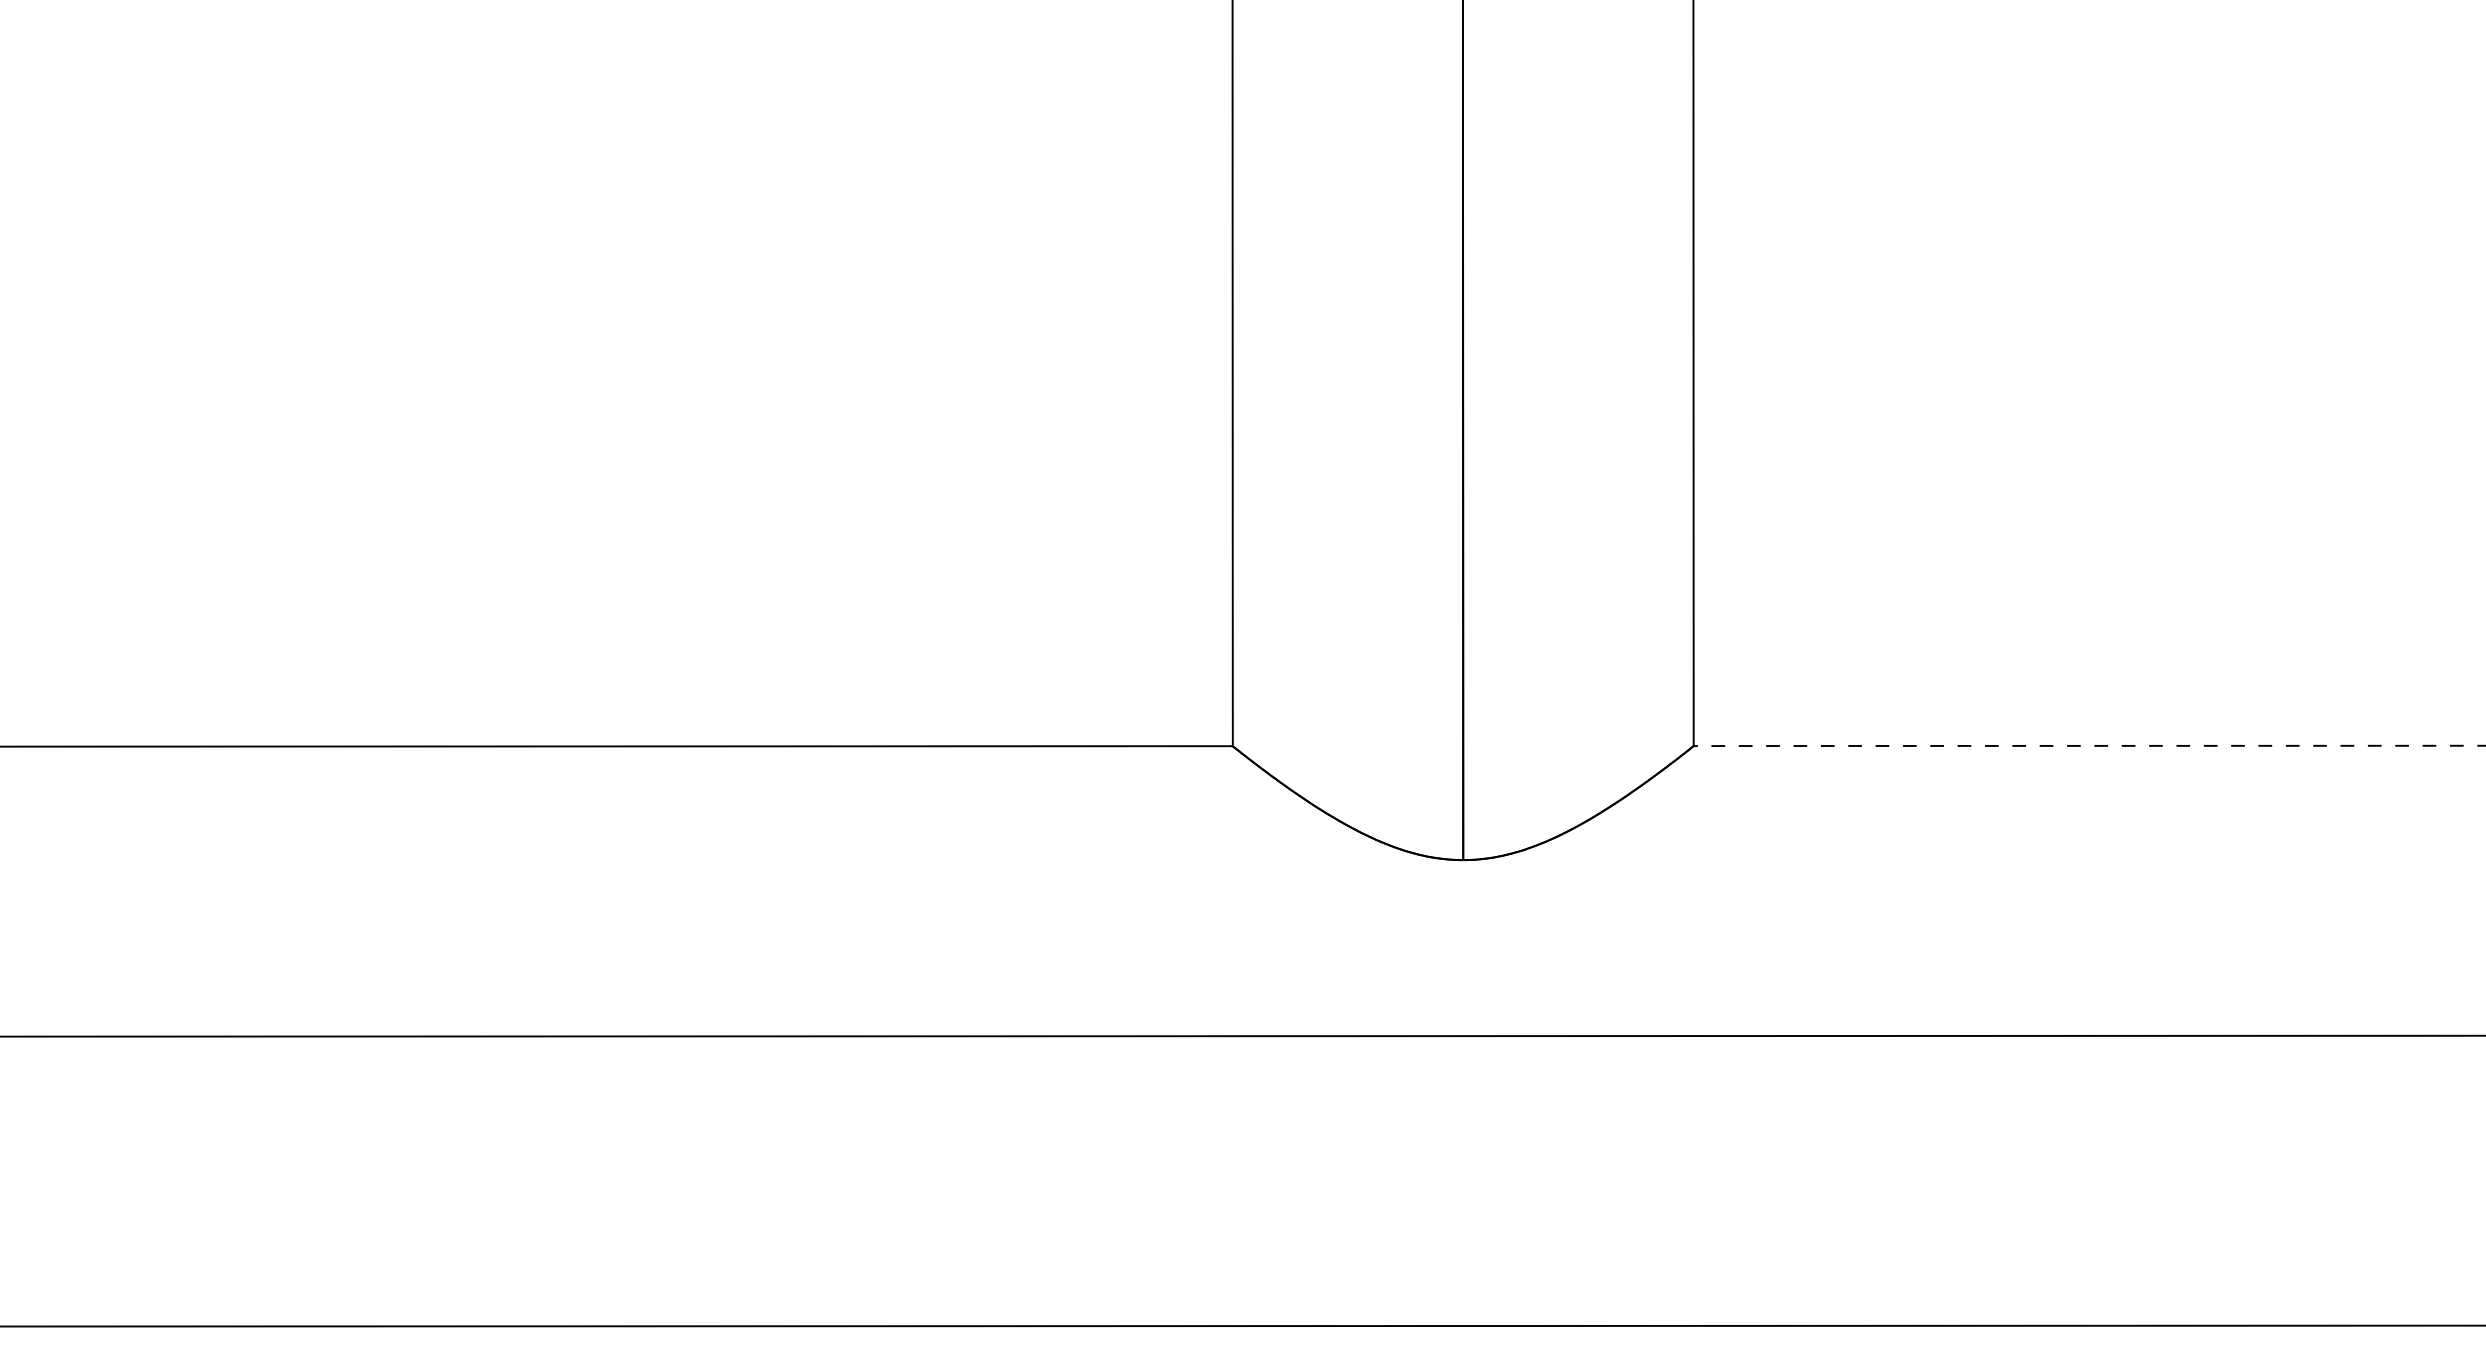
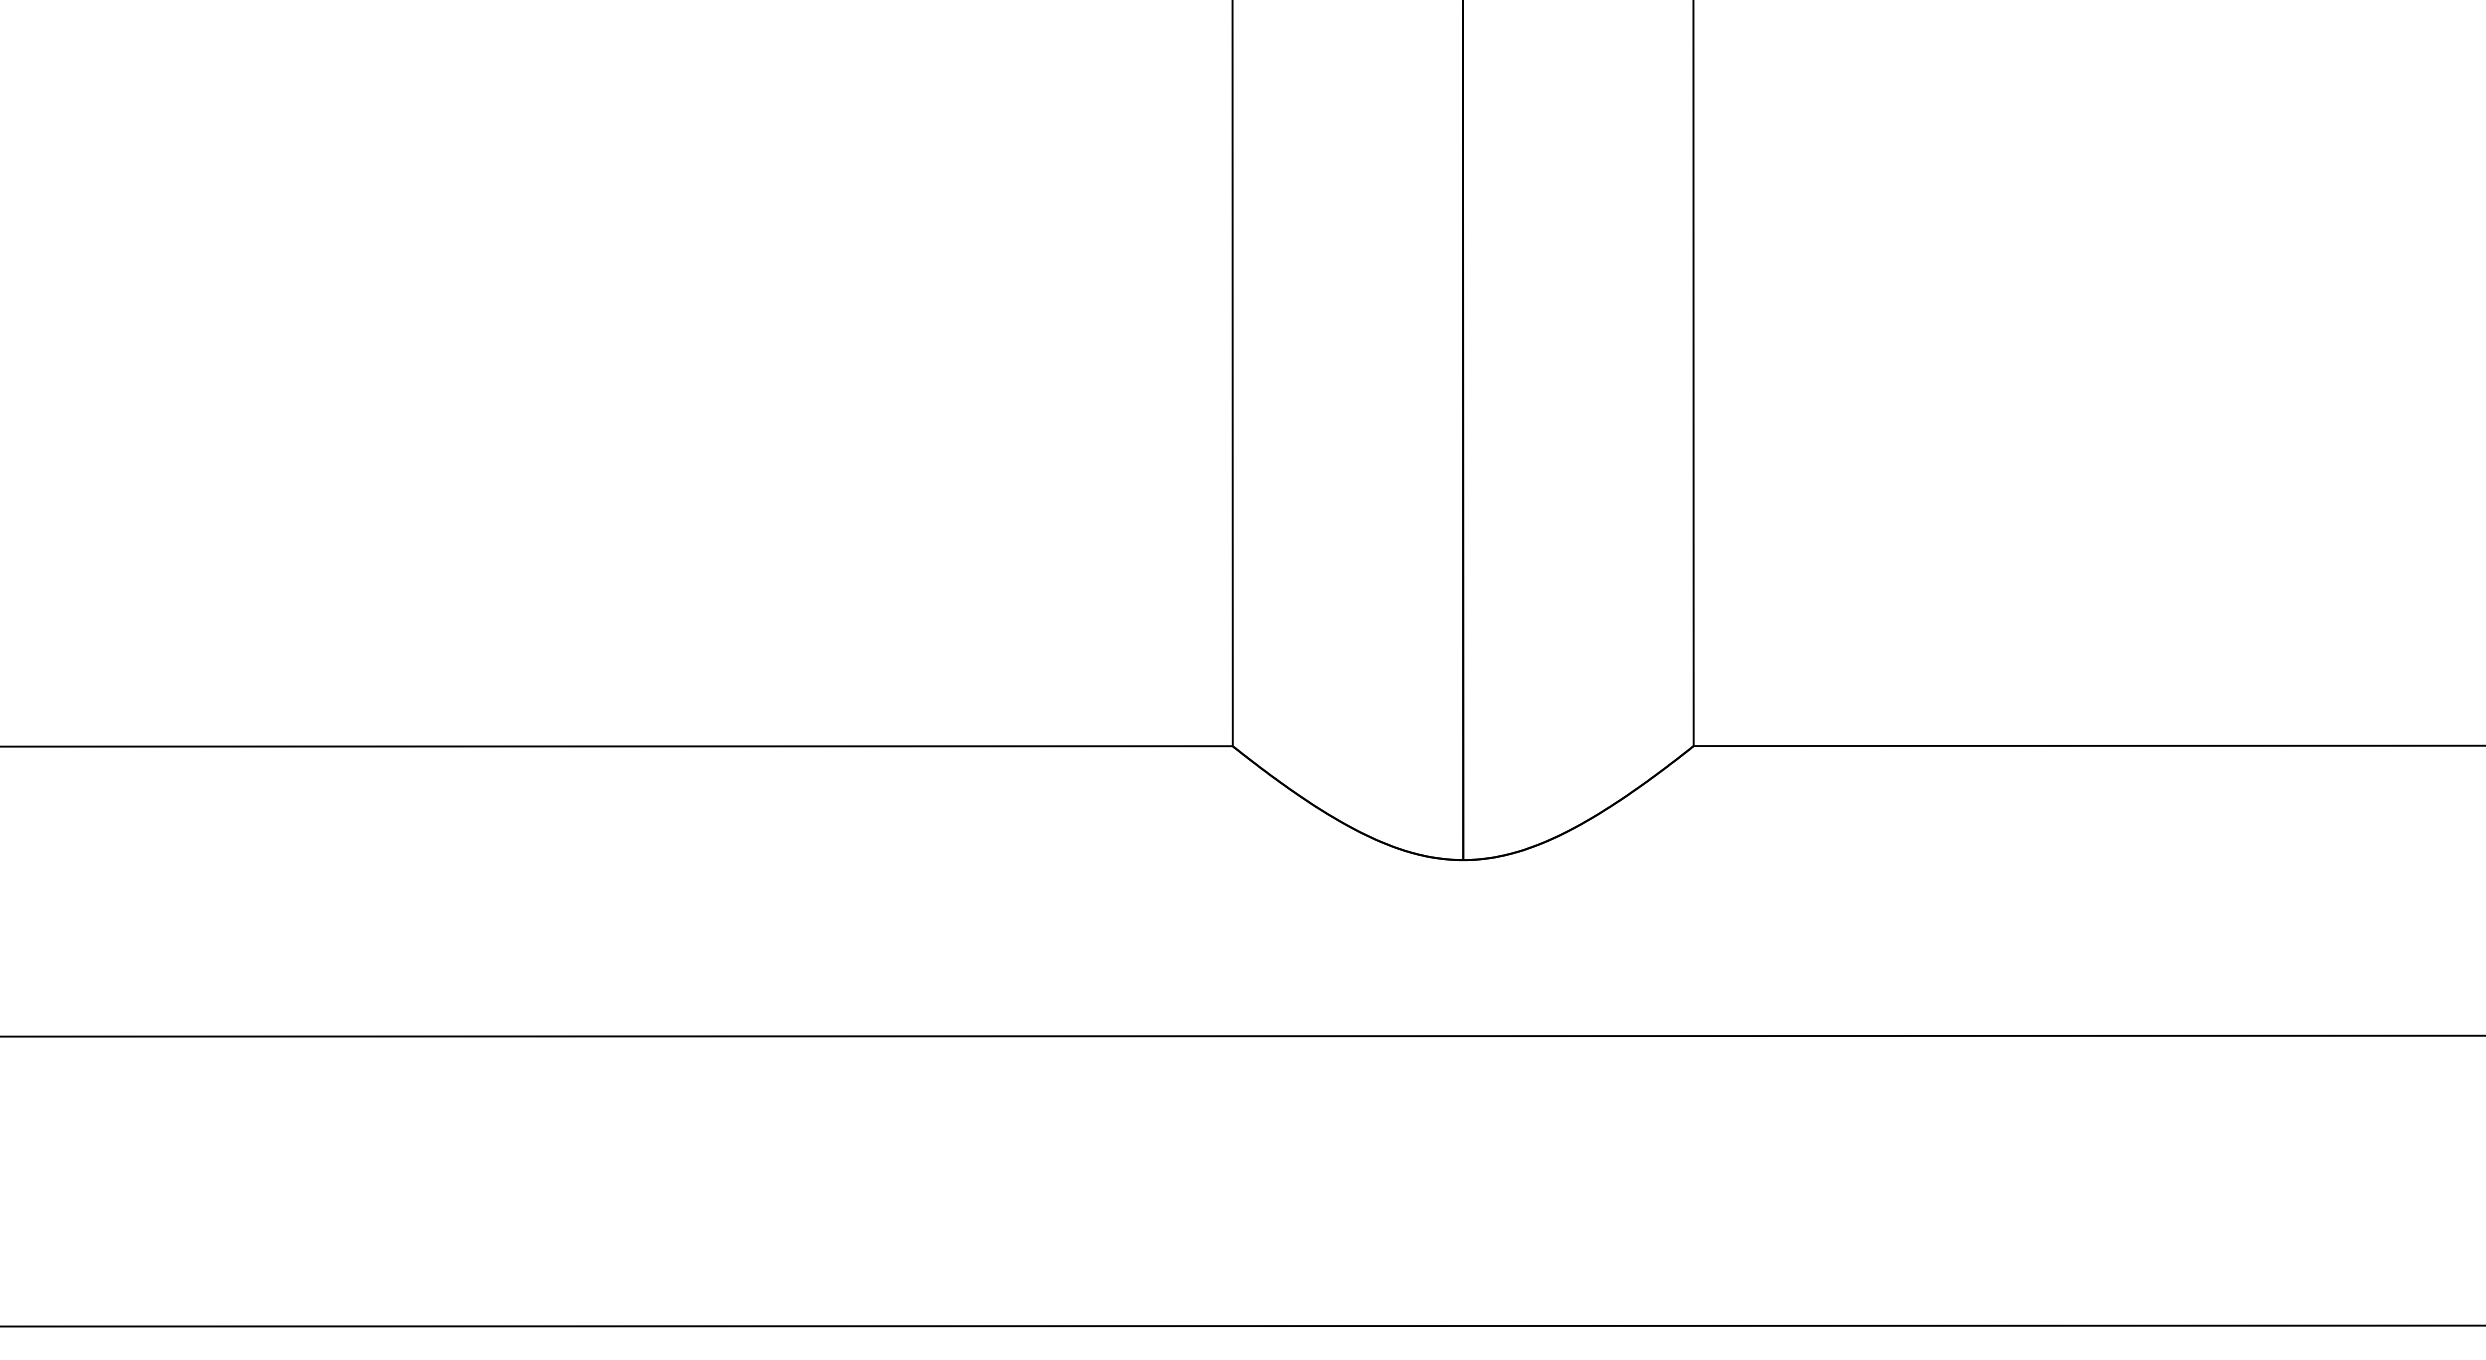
line at (2089, 745): dashed -> solid
